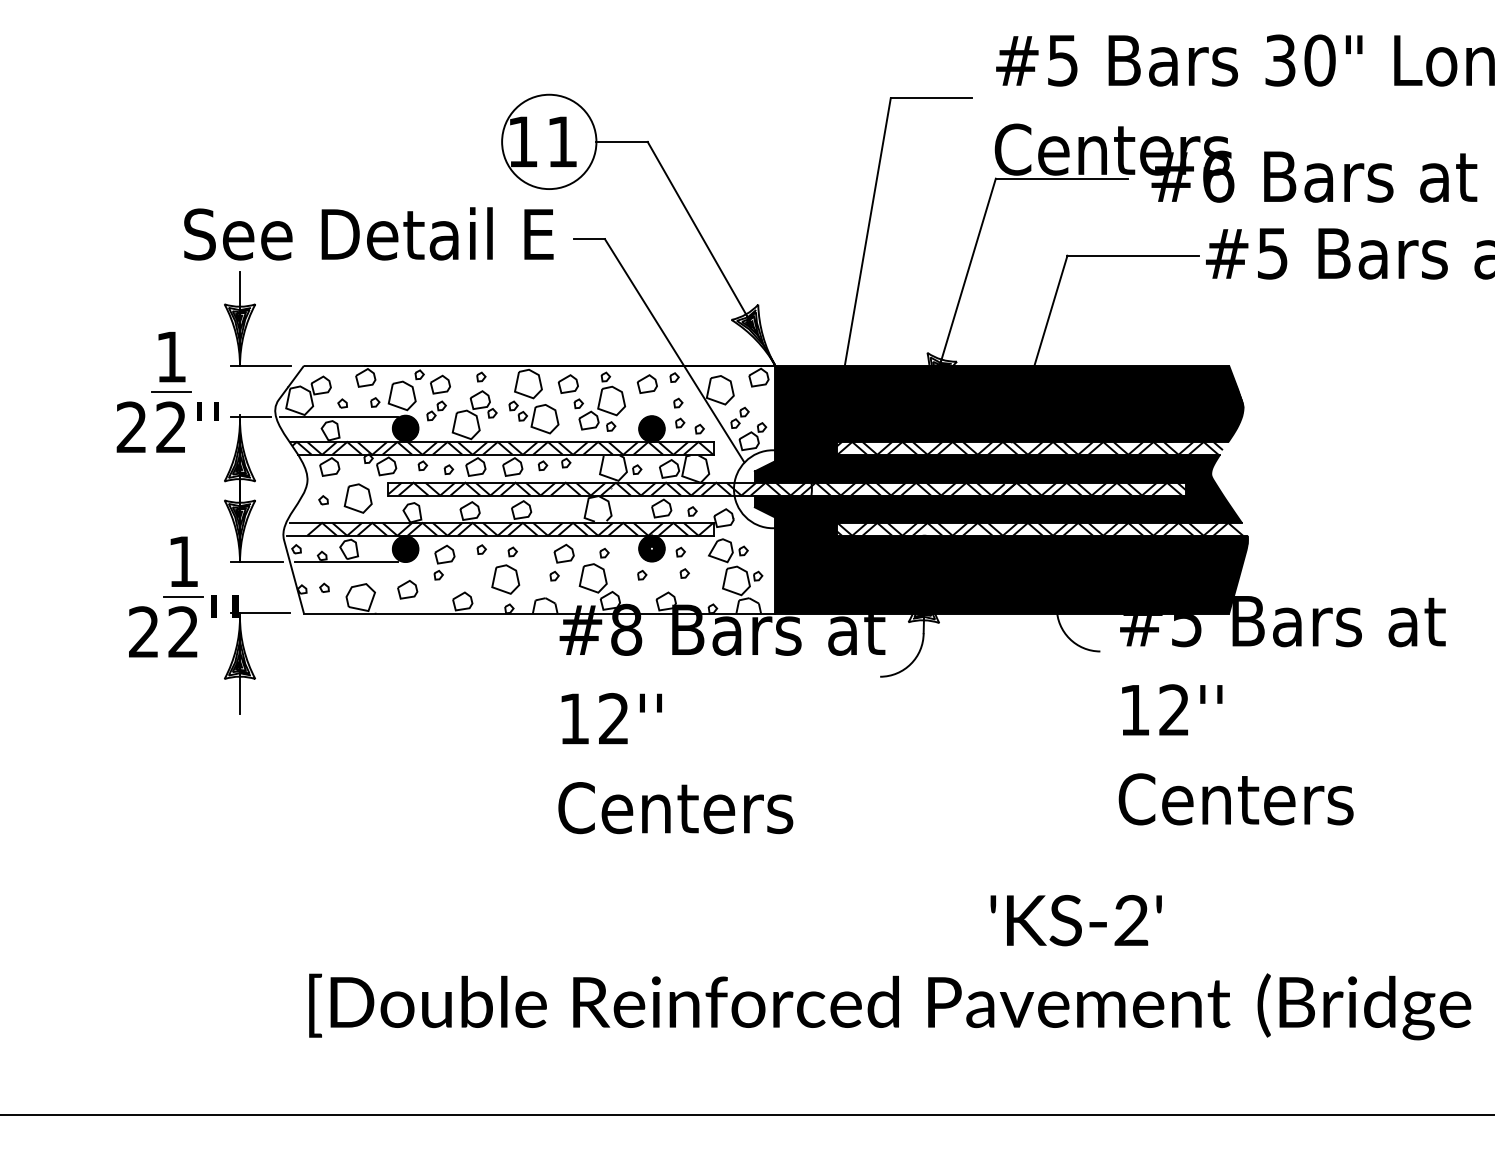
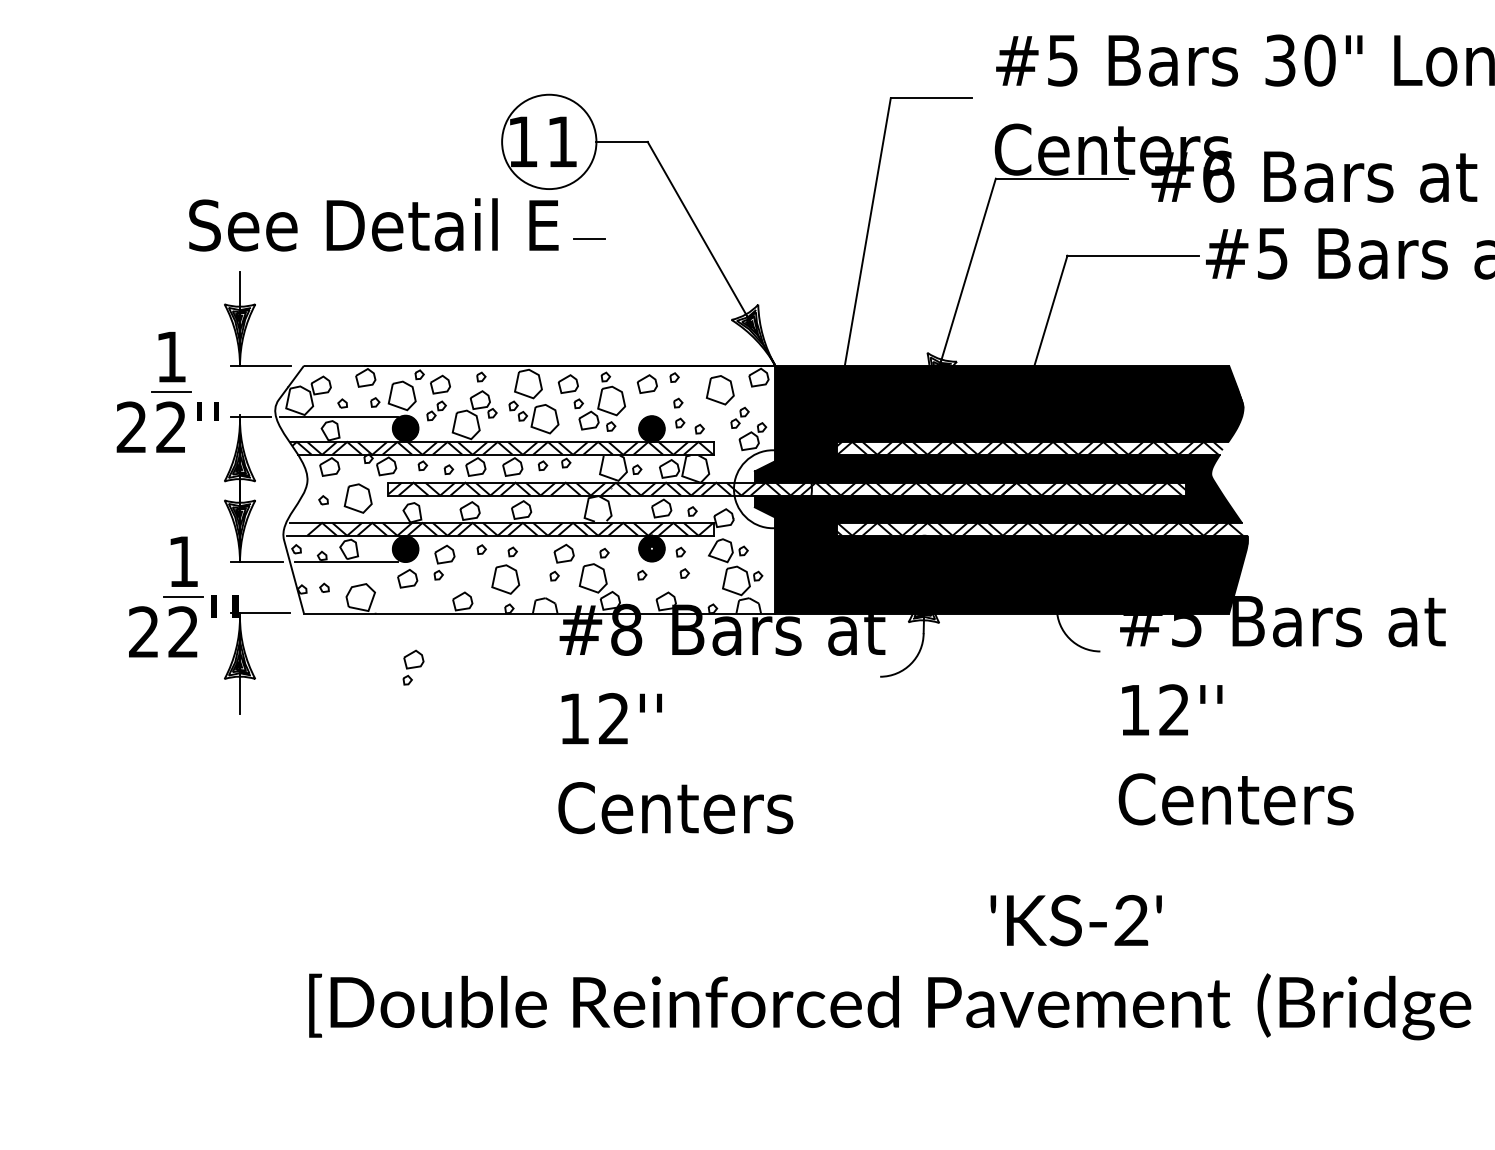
text at (368, 233) position: (368, 233) -> (373, 224)
line at (674, 350): present -> none
part at (407, 589) position: (407, 589) -> (407, 578)
part at (413, 667): none -> present
line at (746, 1115): present -> none
